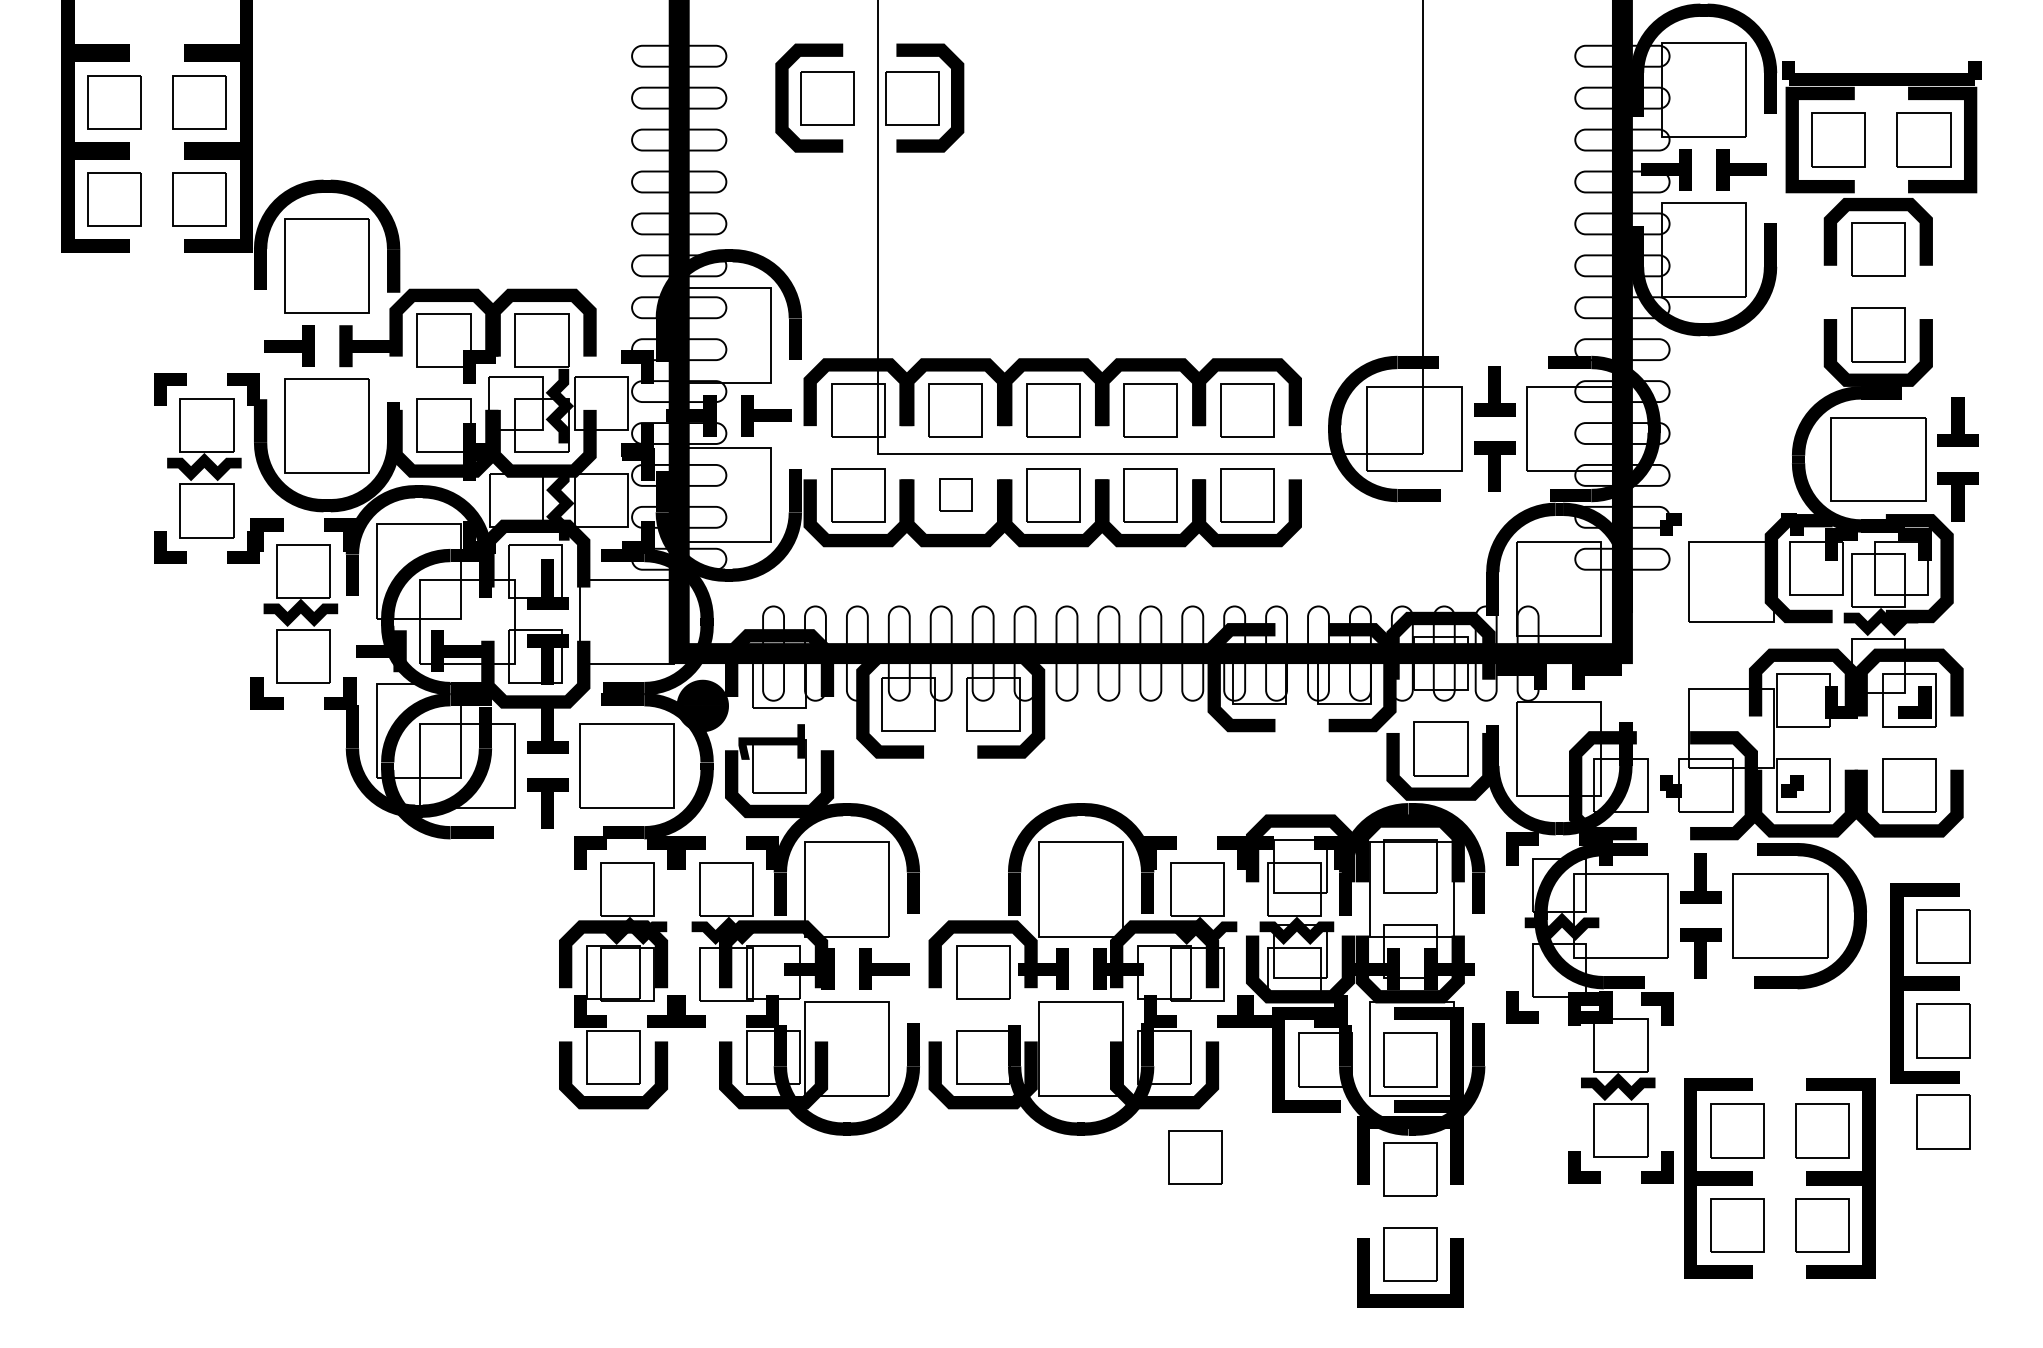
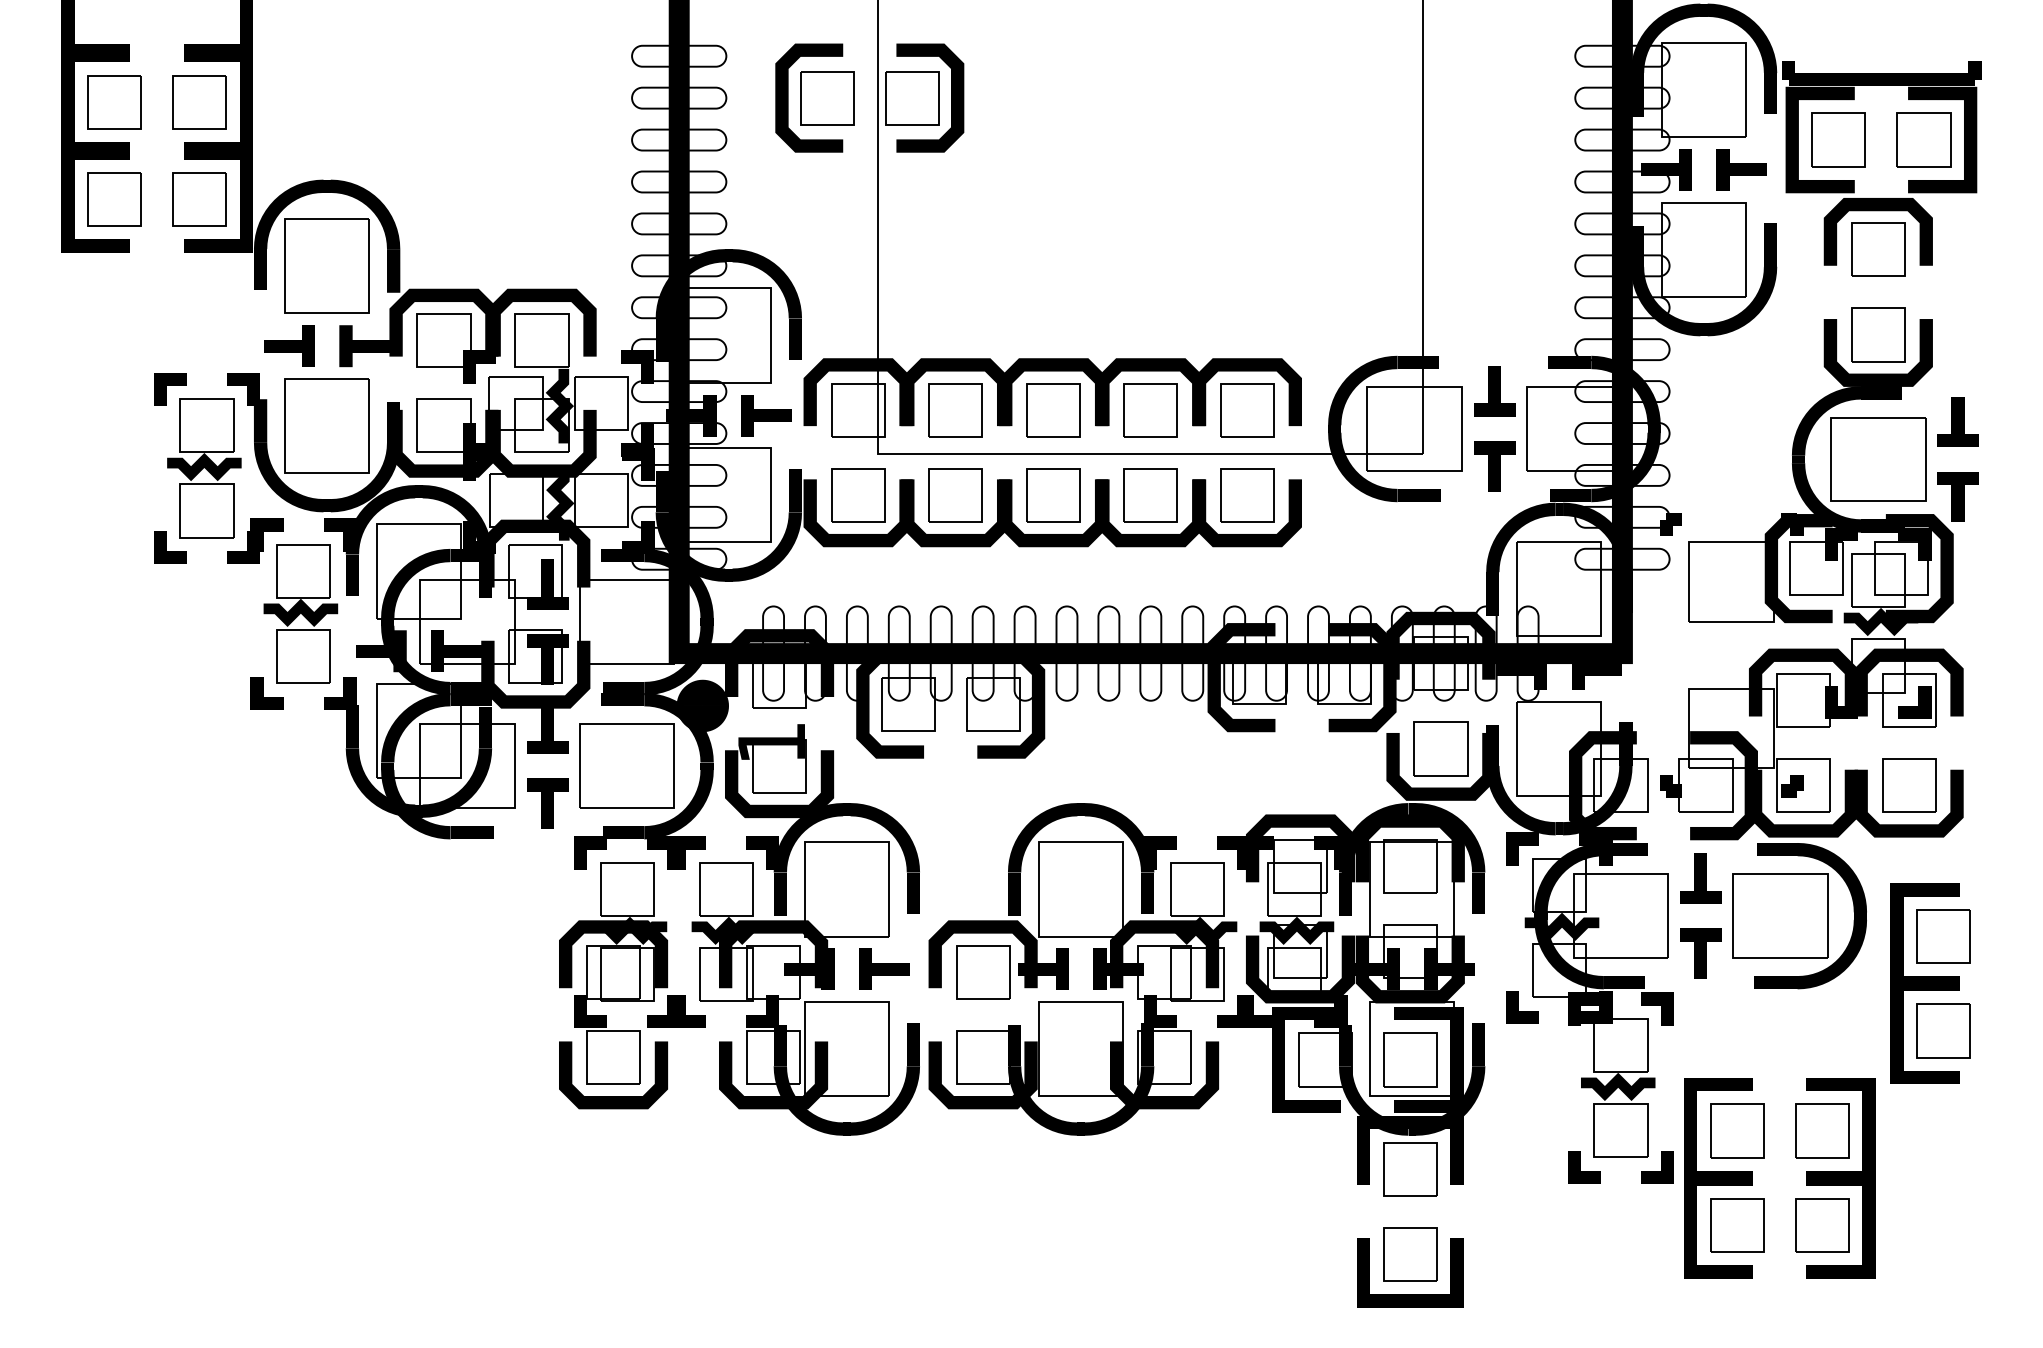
part at (955, 494) size: 34x34 px -> 55x55 px
part at (1943, 1121): present -> none
part at (1195, 1157): present -> none
